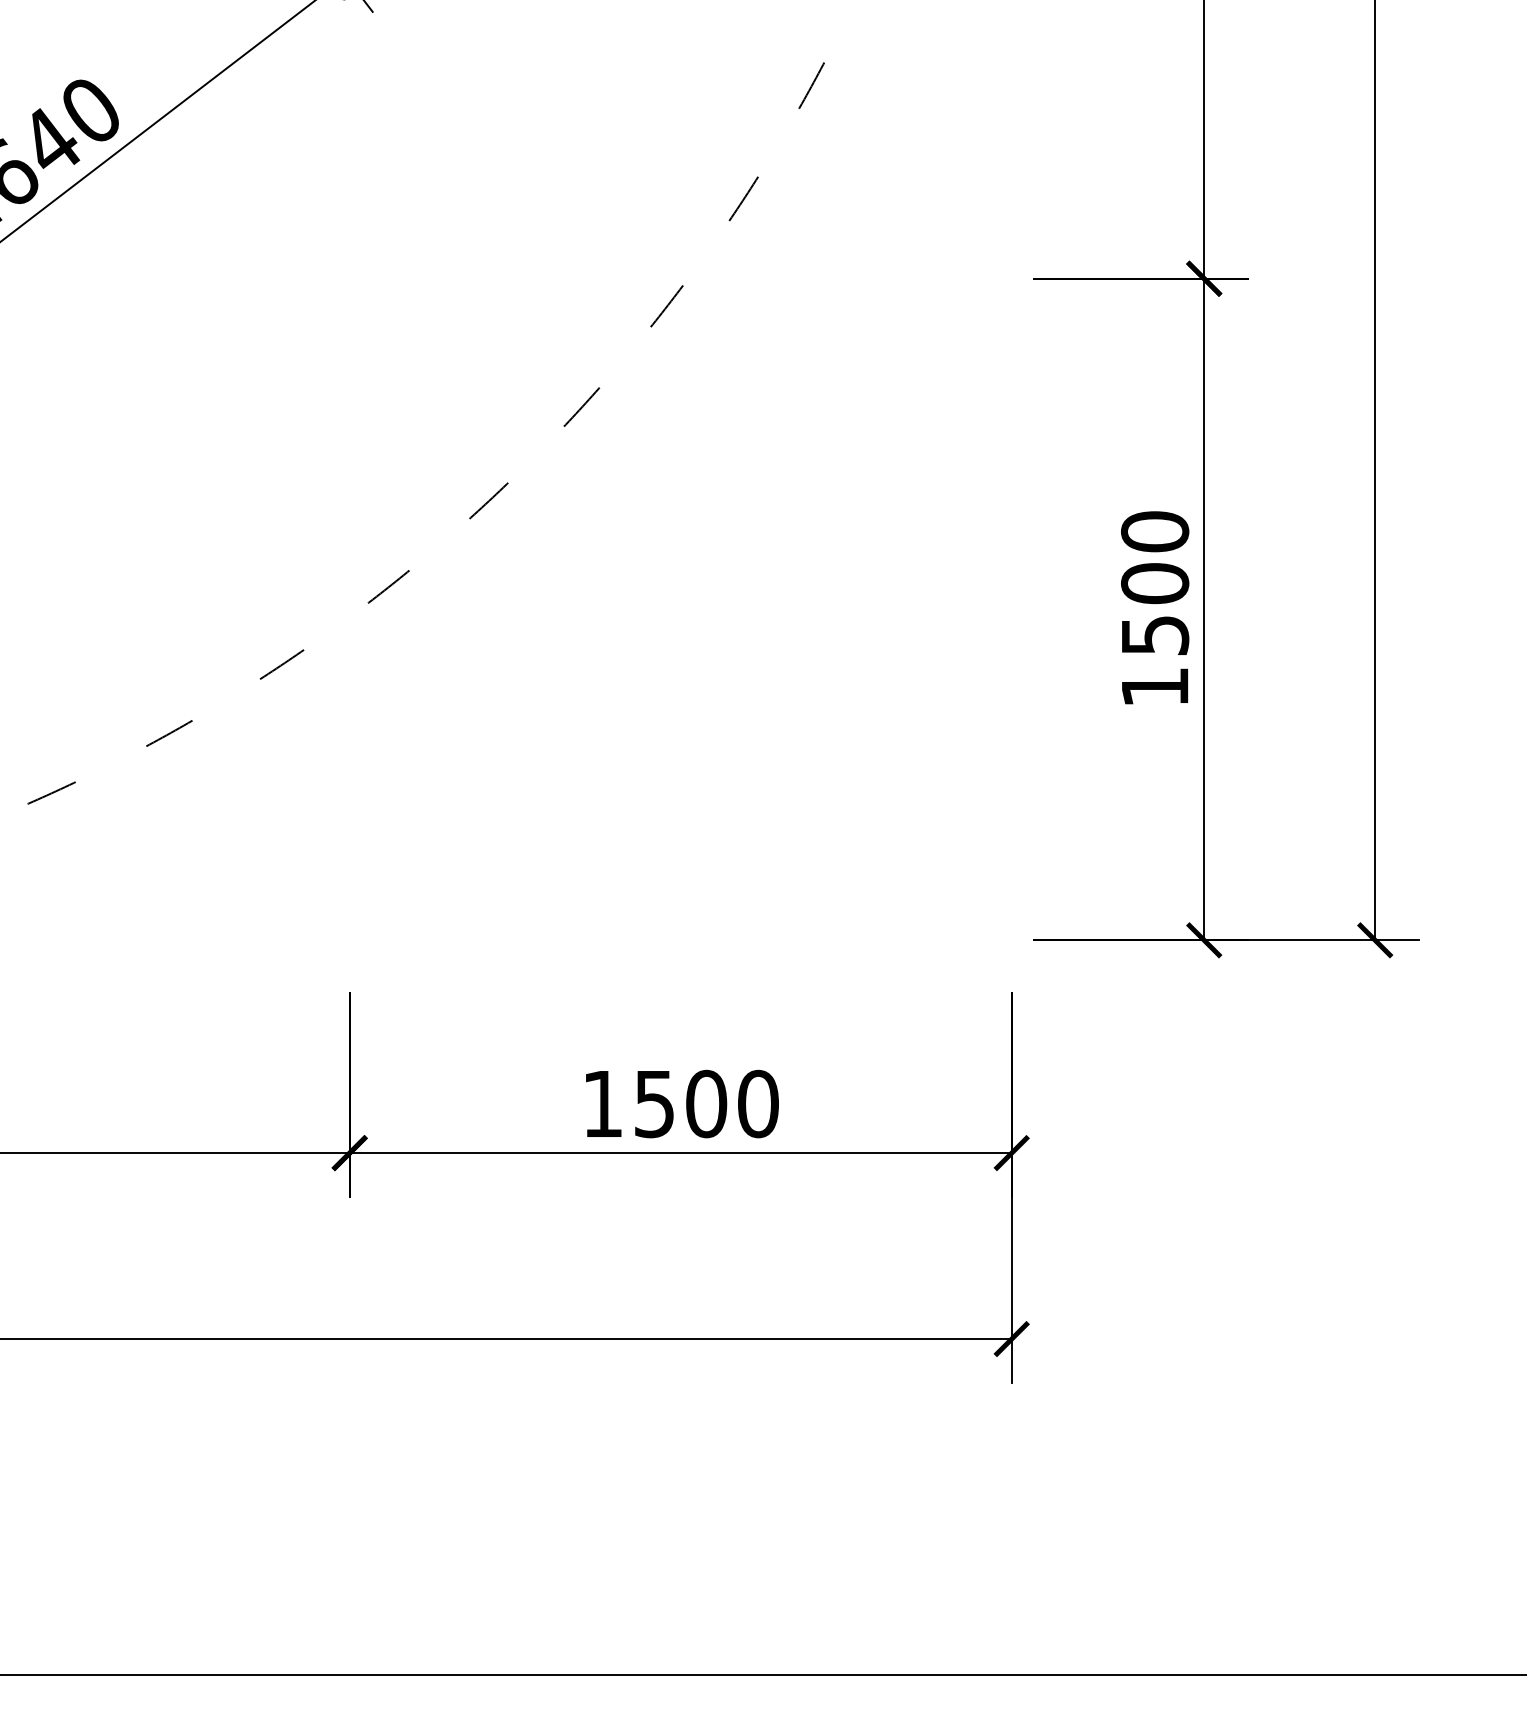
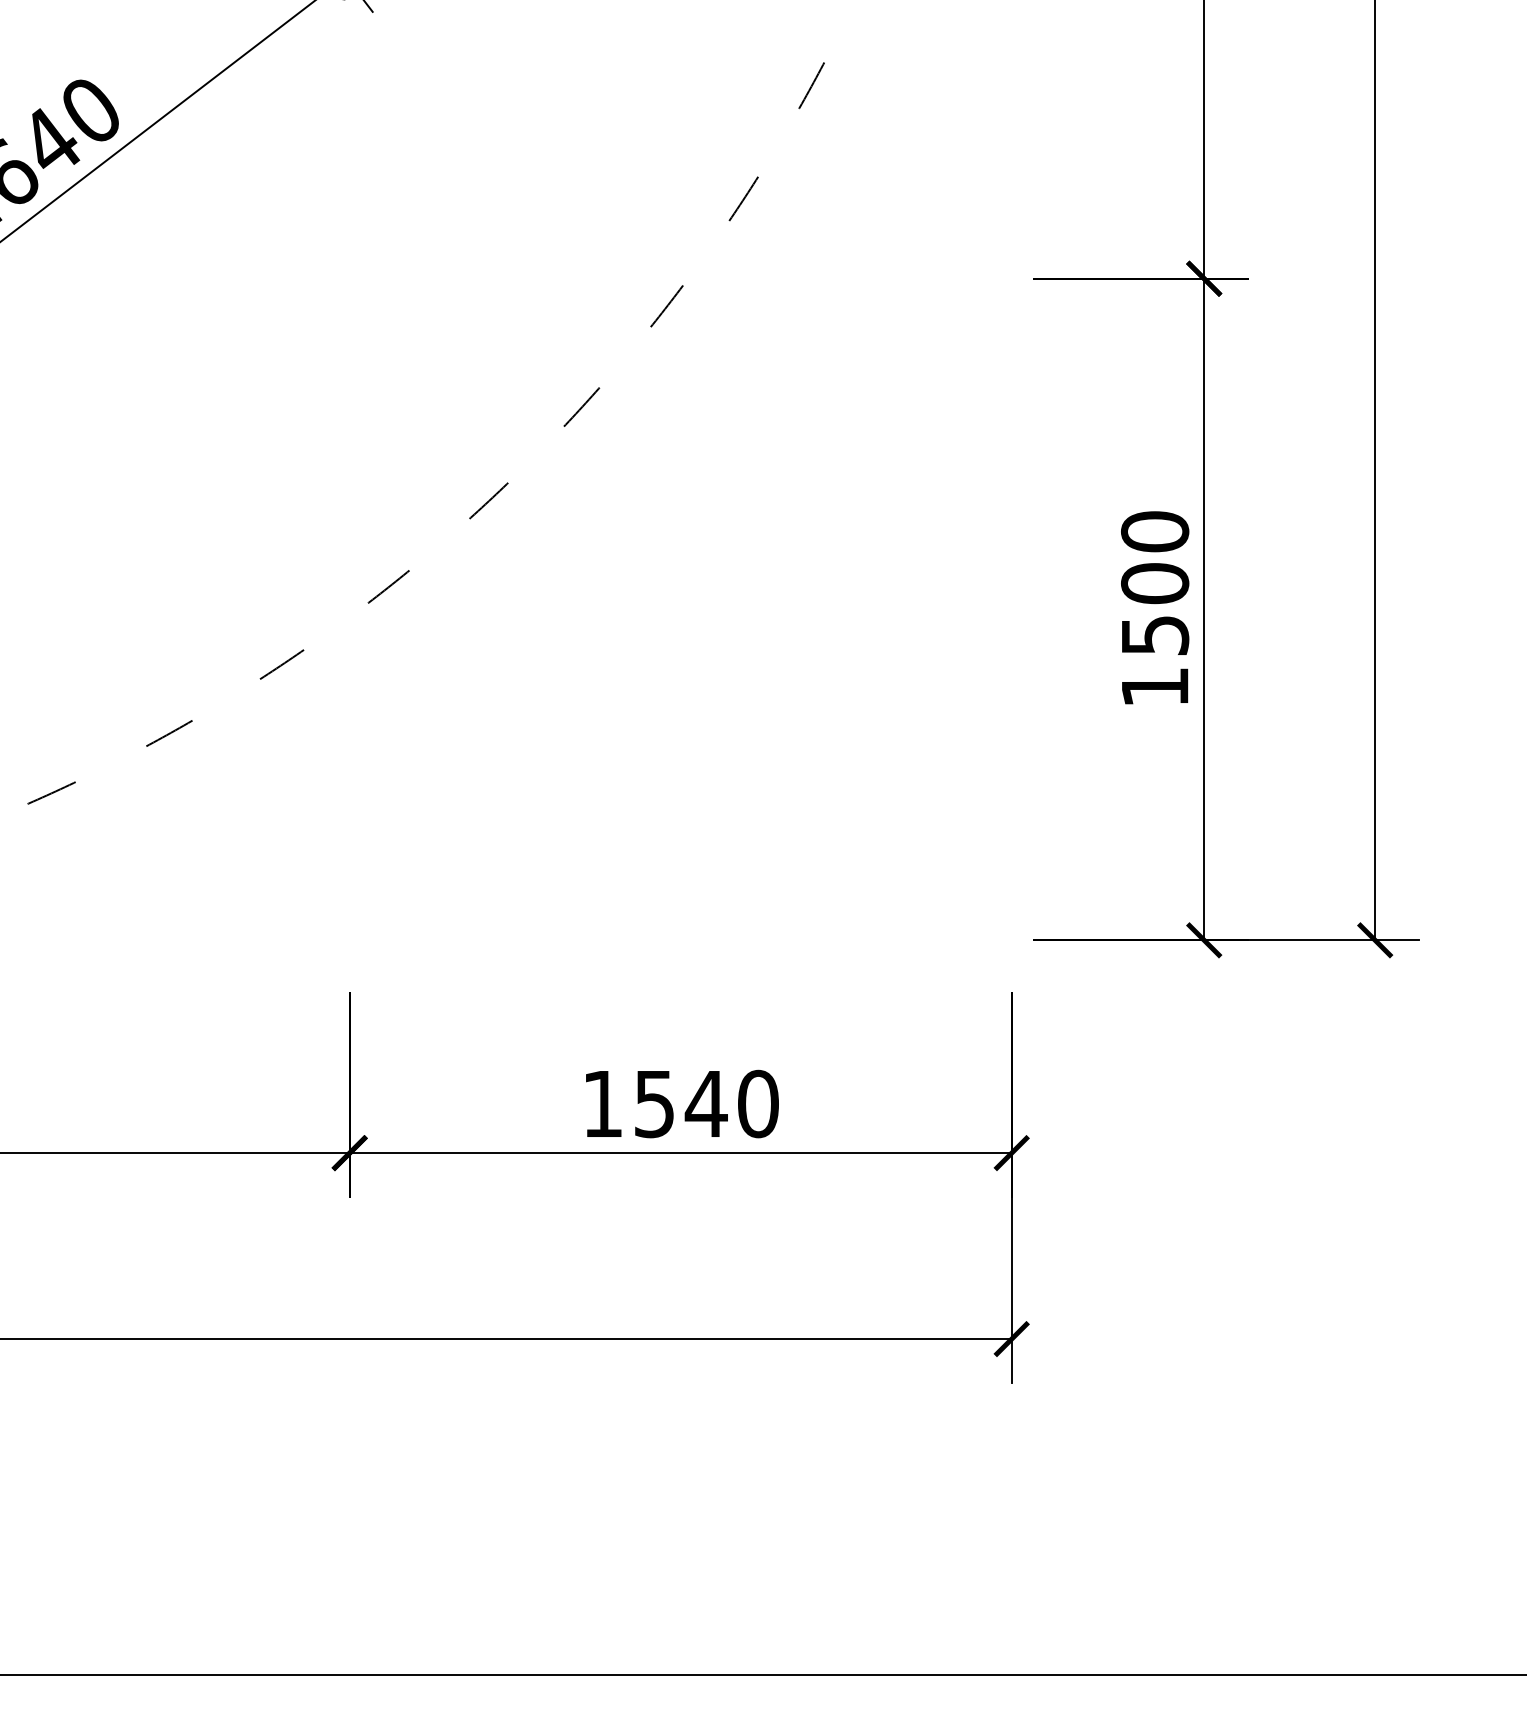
text at (705, 1103): 1500 -> 1540
